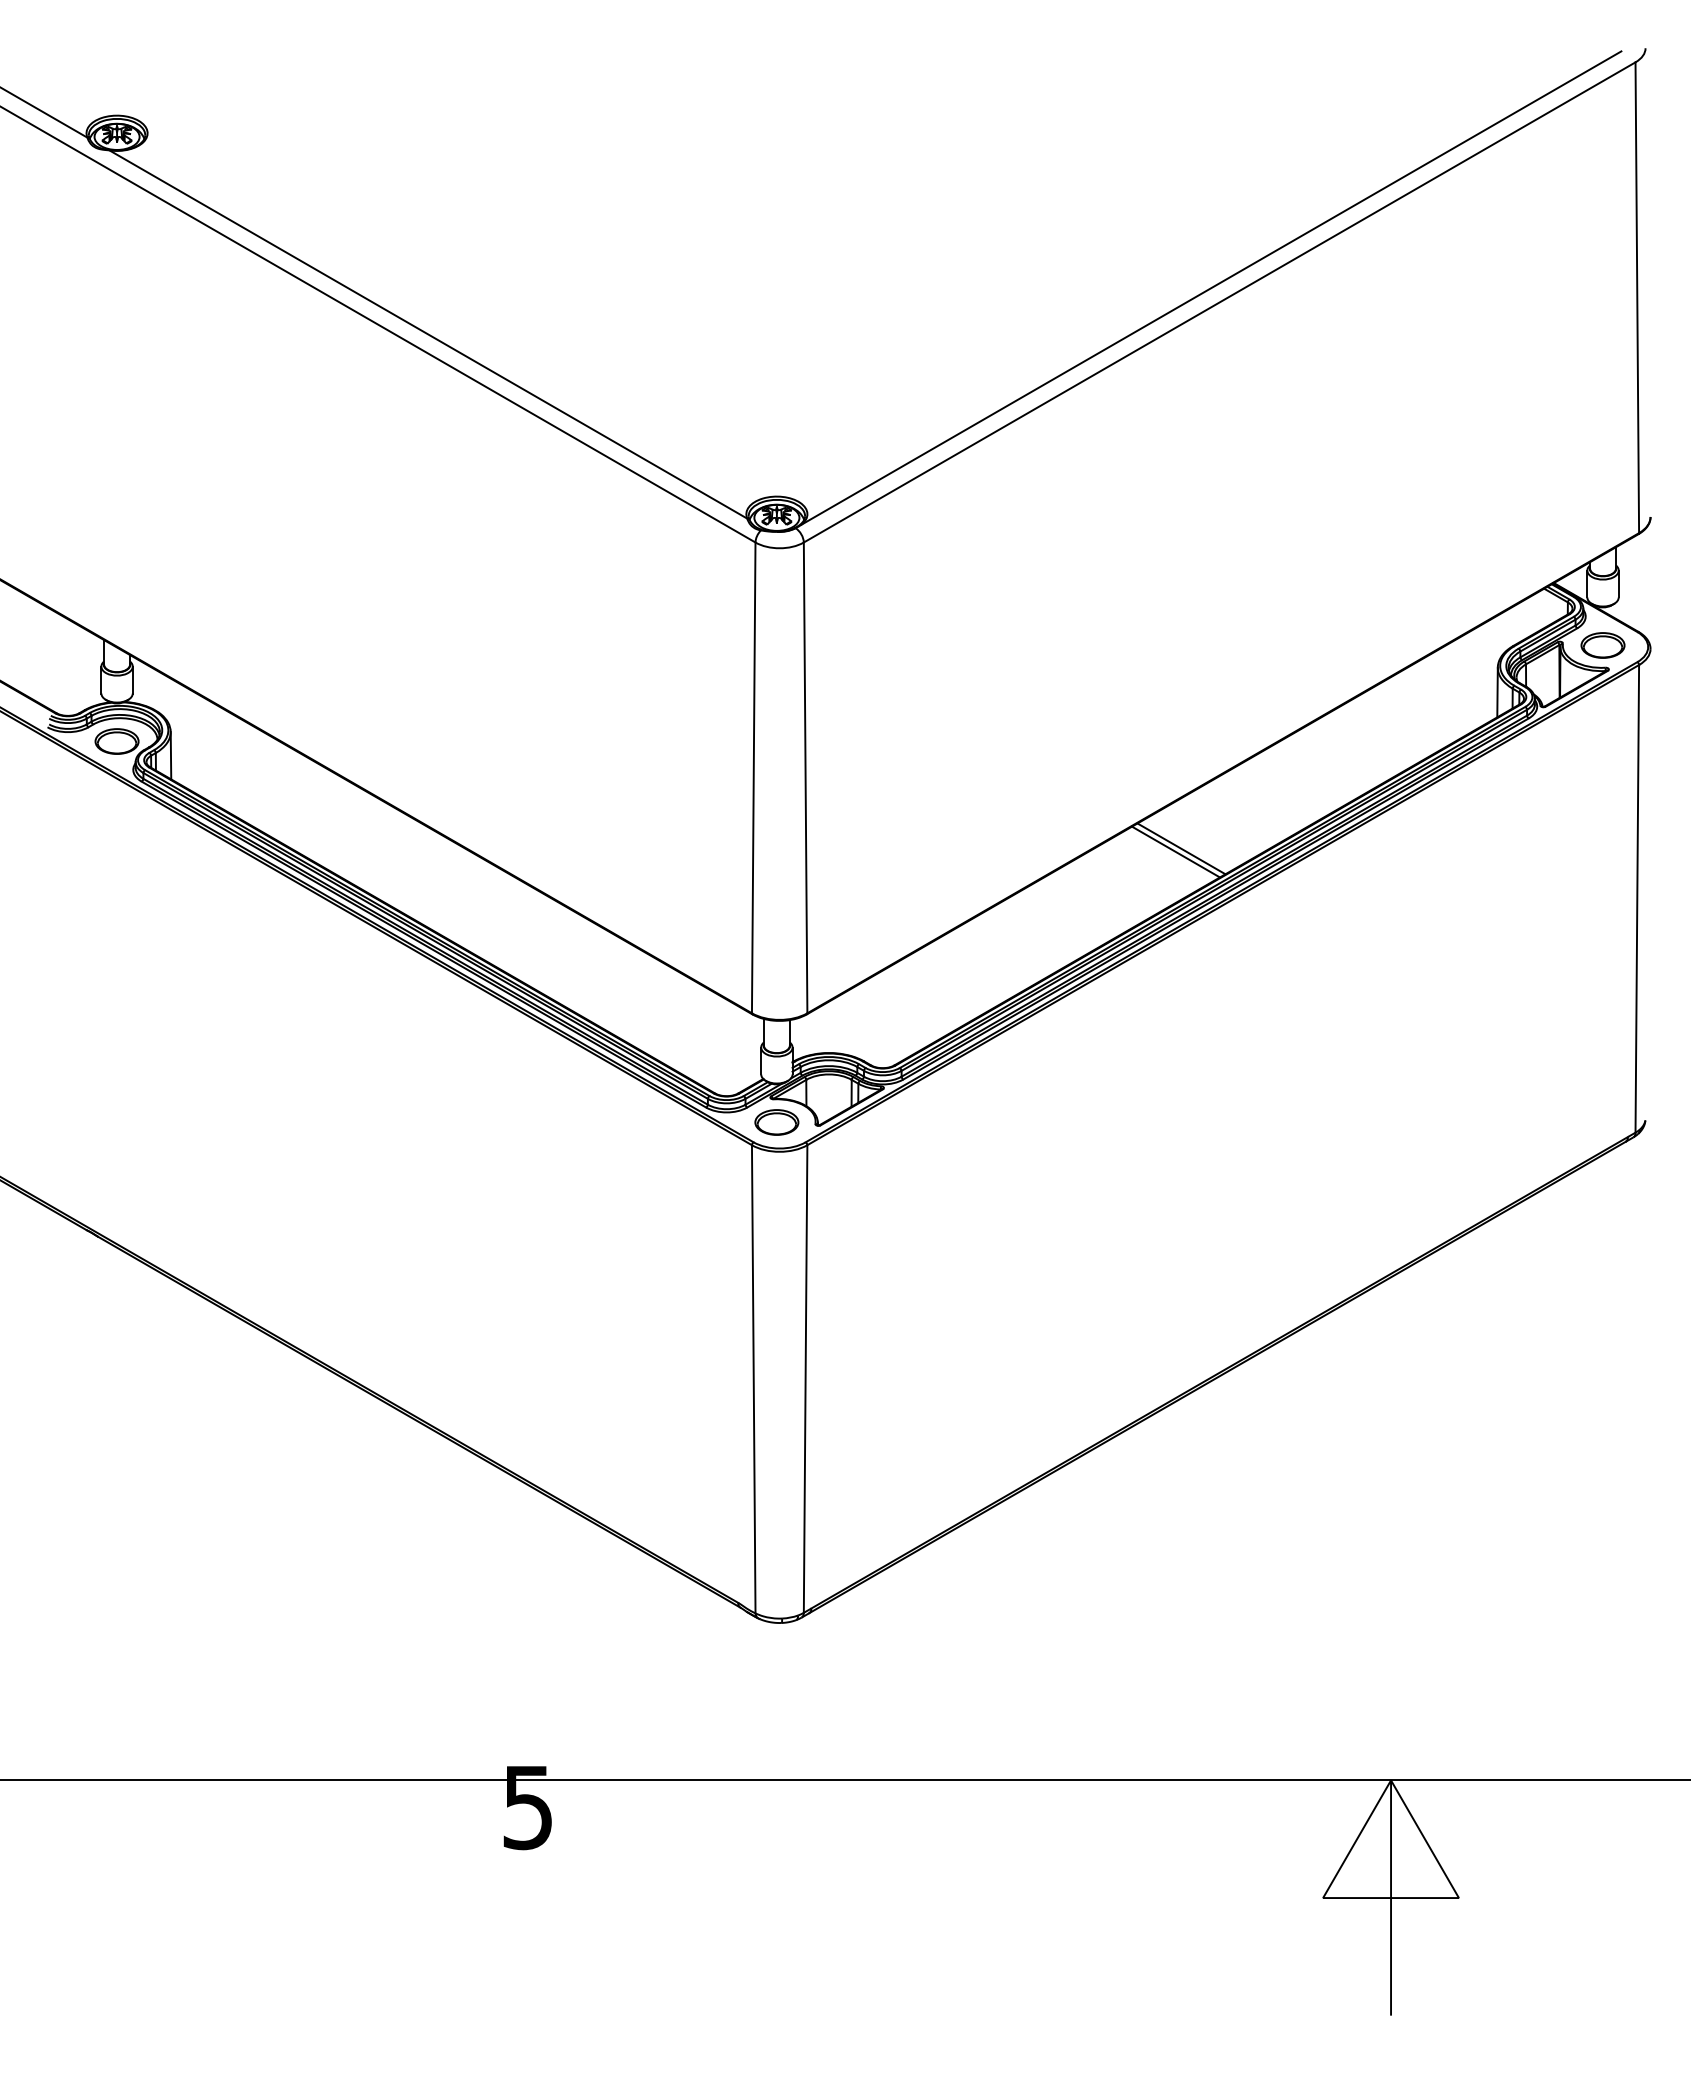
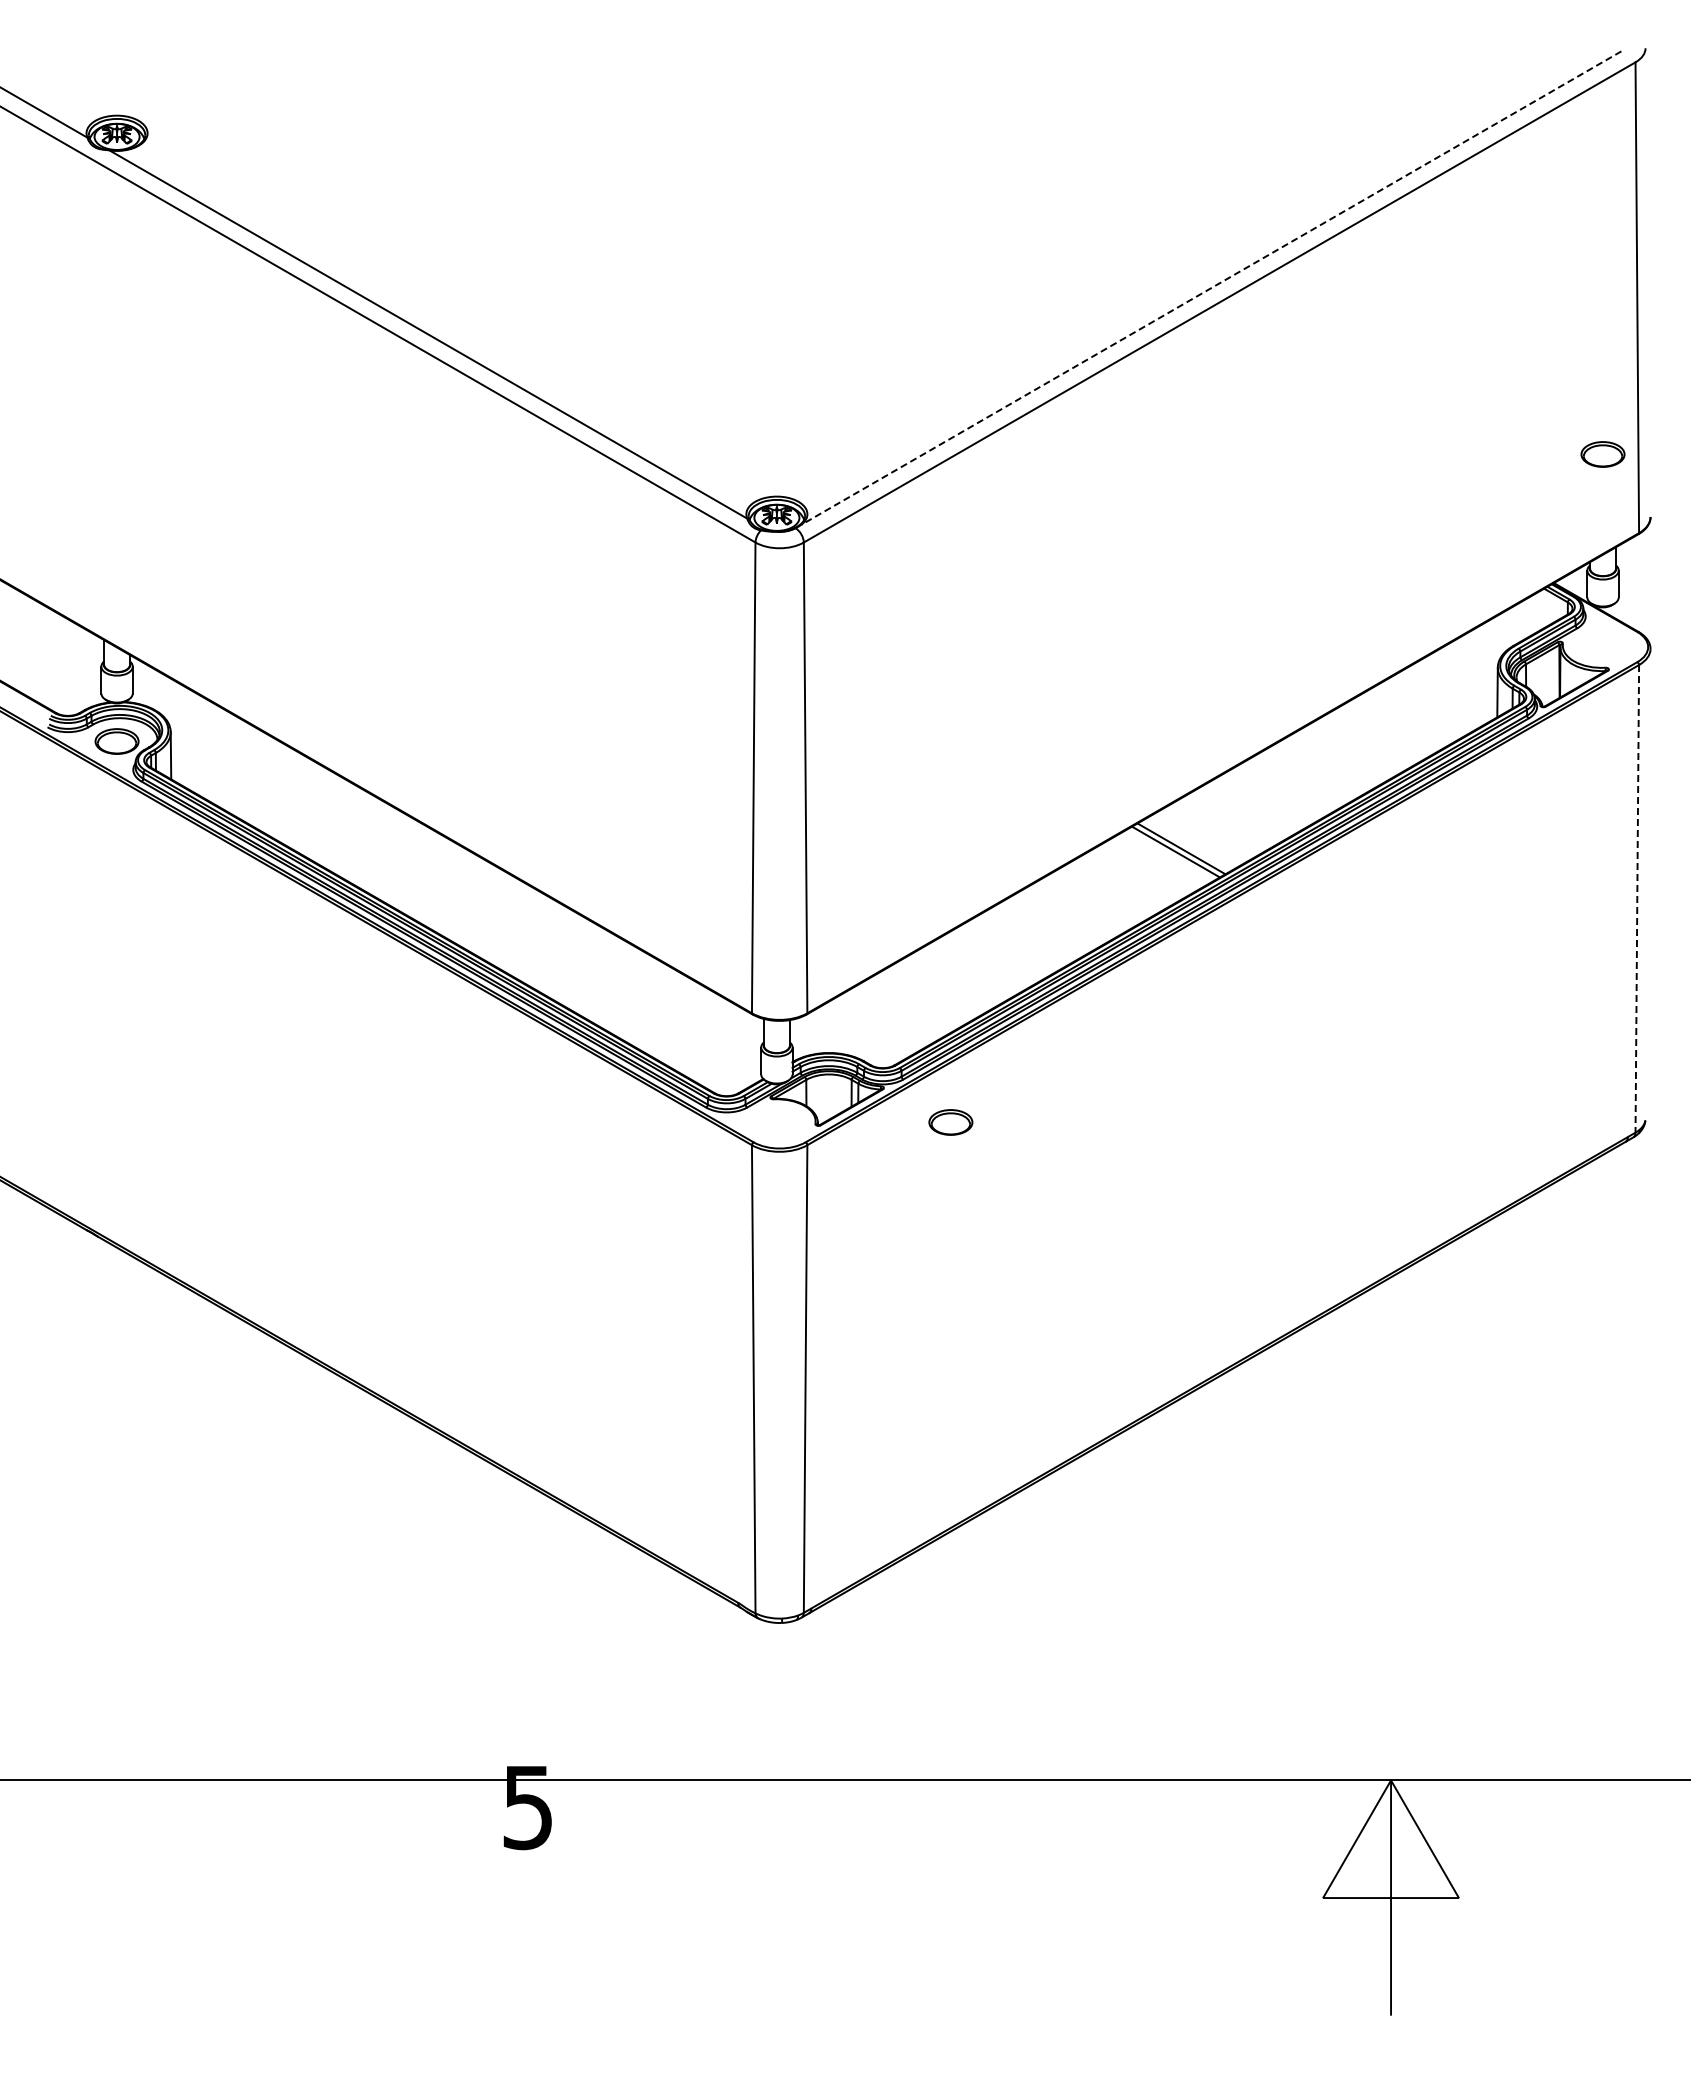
line at (1210, 288): solid -> dashed
part at (1602, 645) position: (1602, 645) -> (1602, 454)
line at (1637, 898): solid -> dashed
part at (776, 1122) position: (776, 1122) -> (950, 1122)
